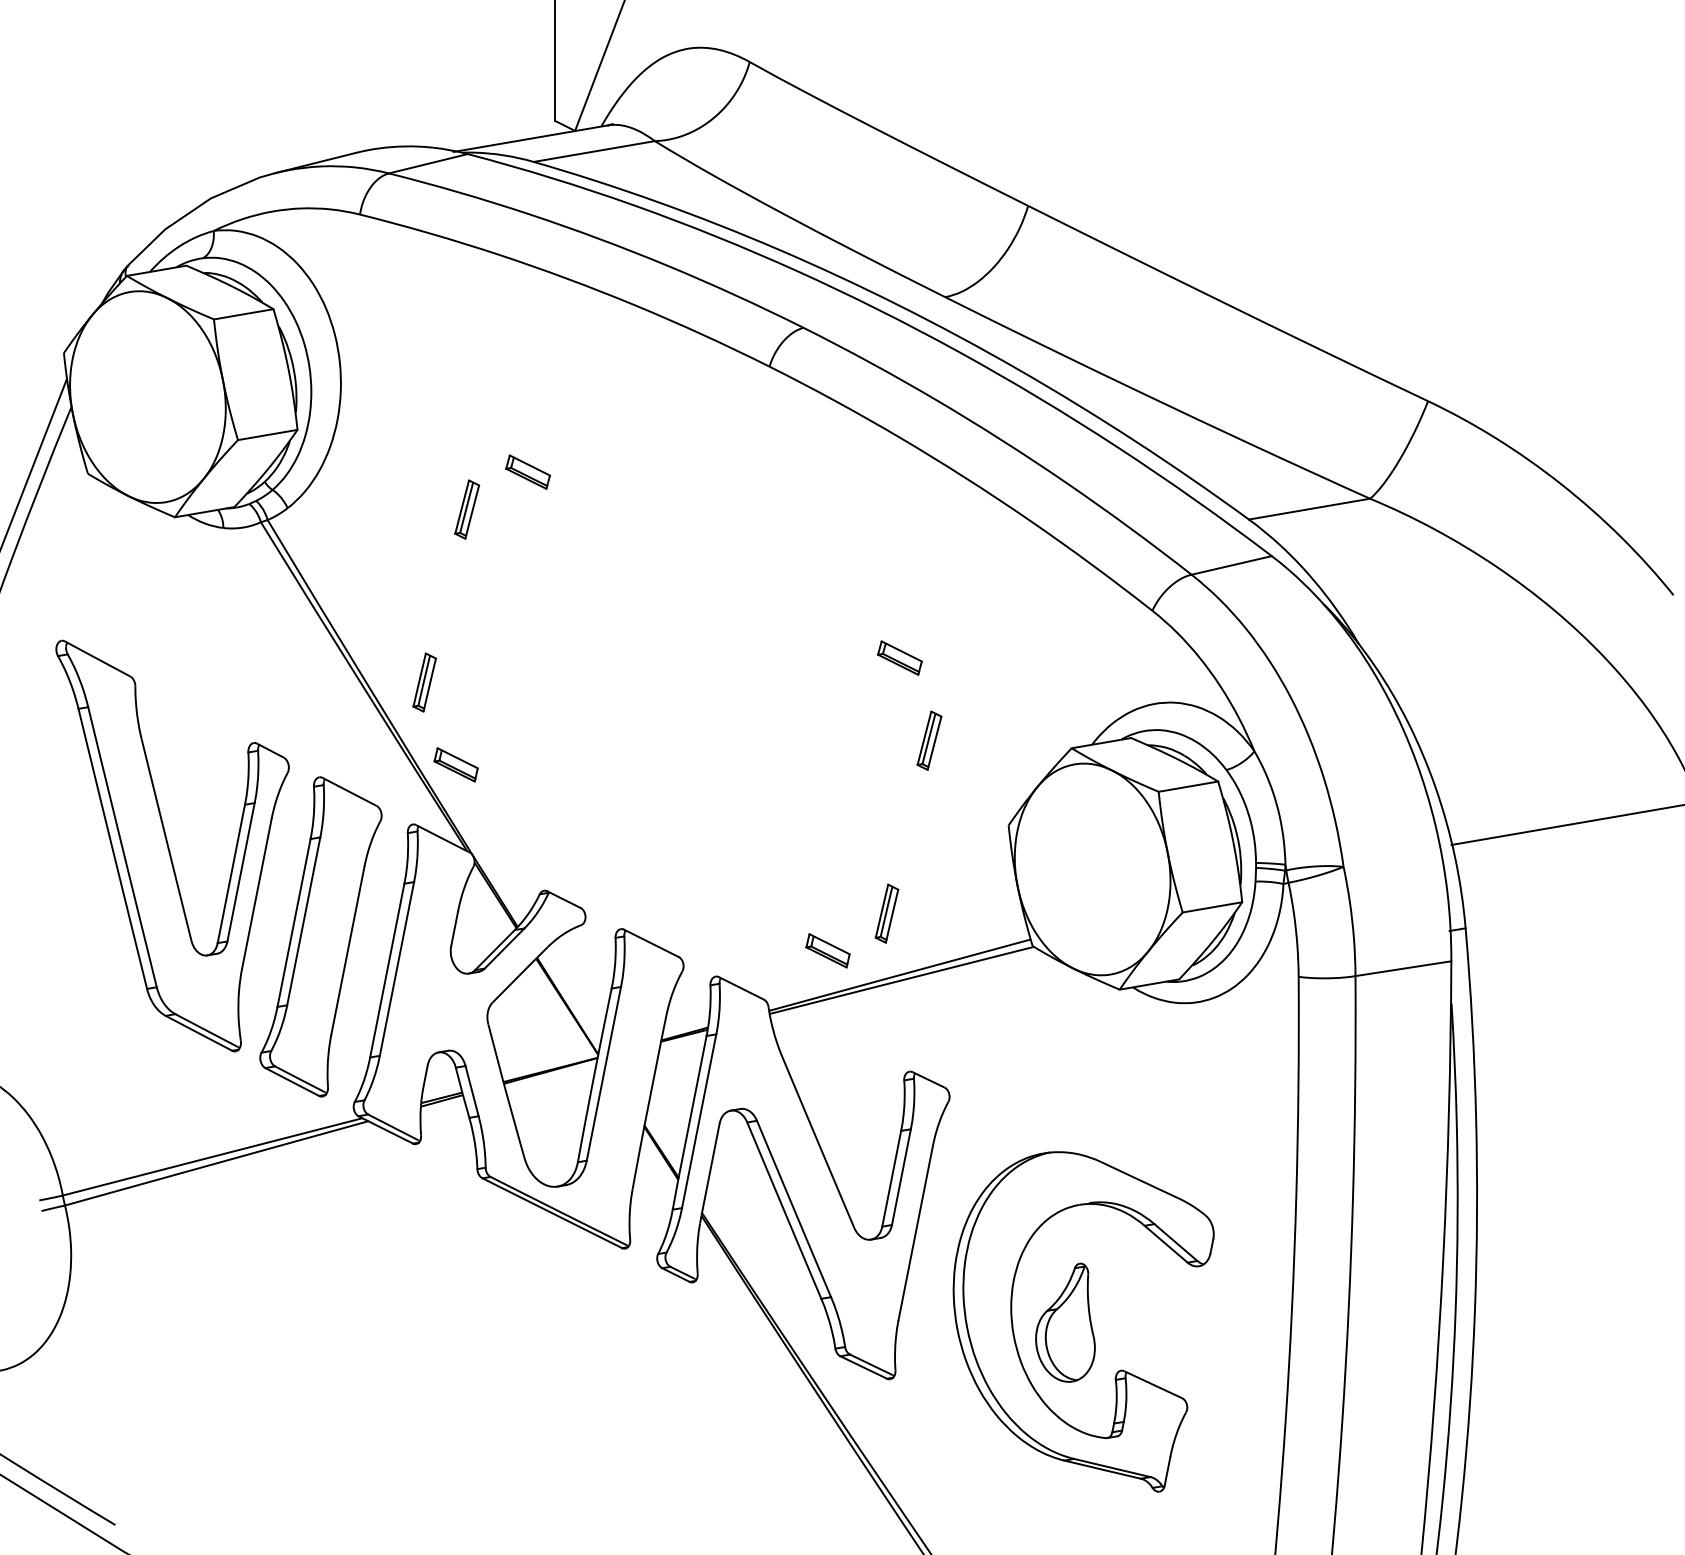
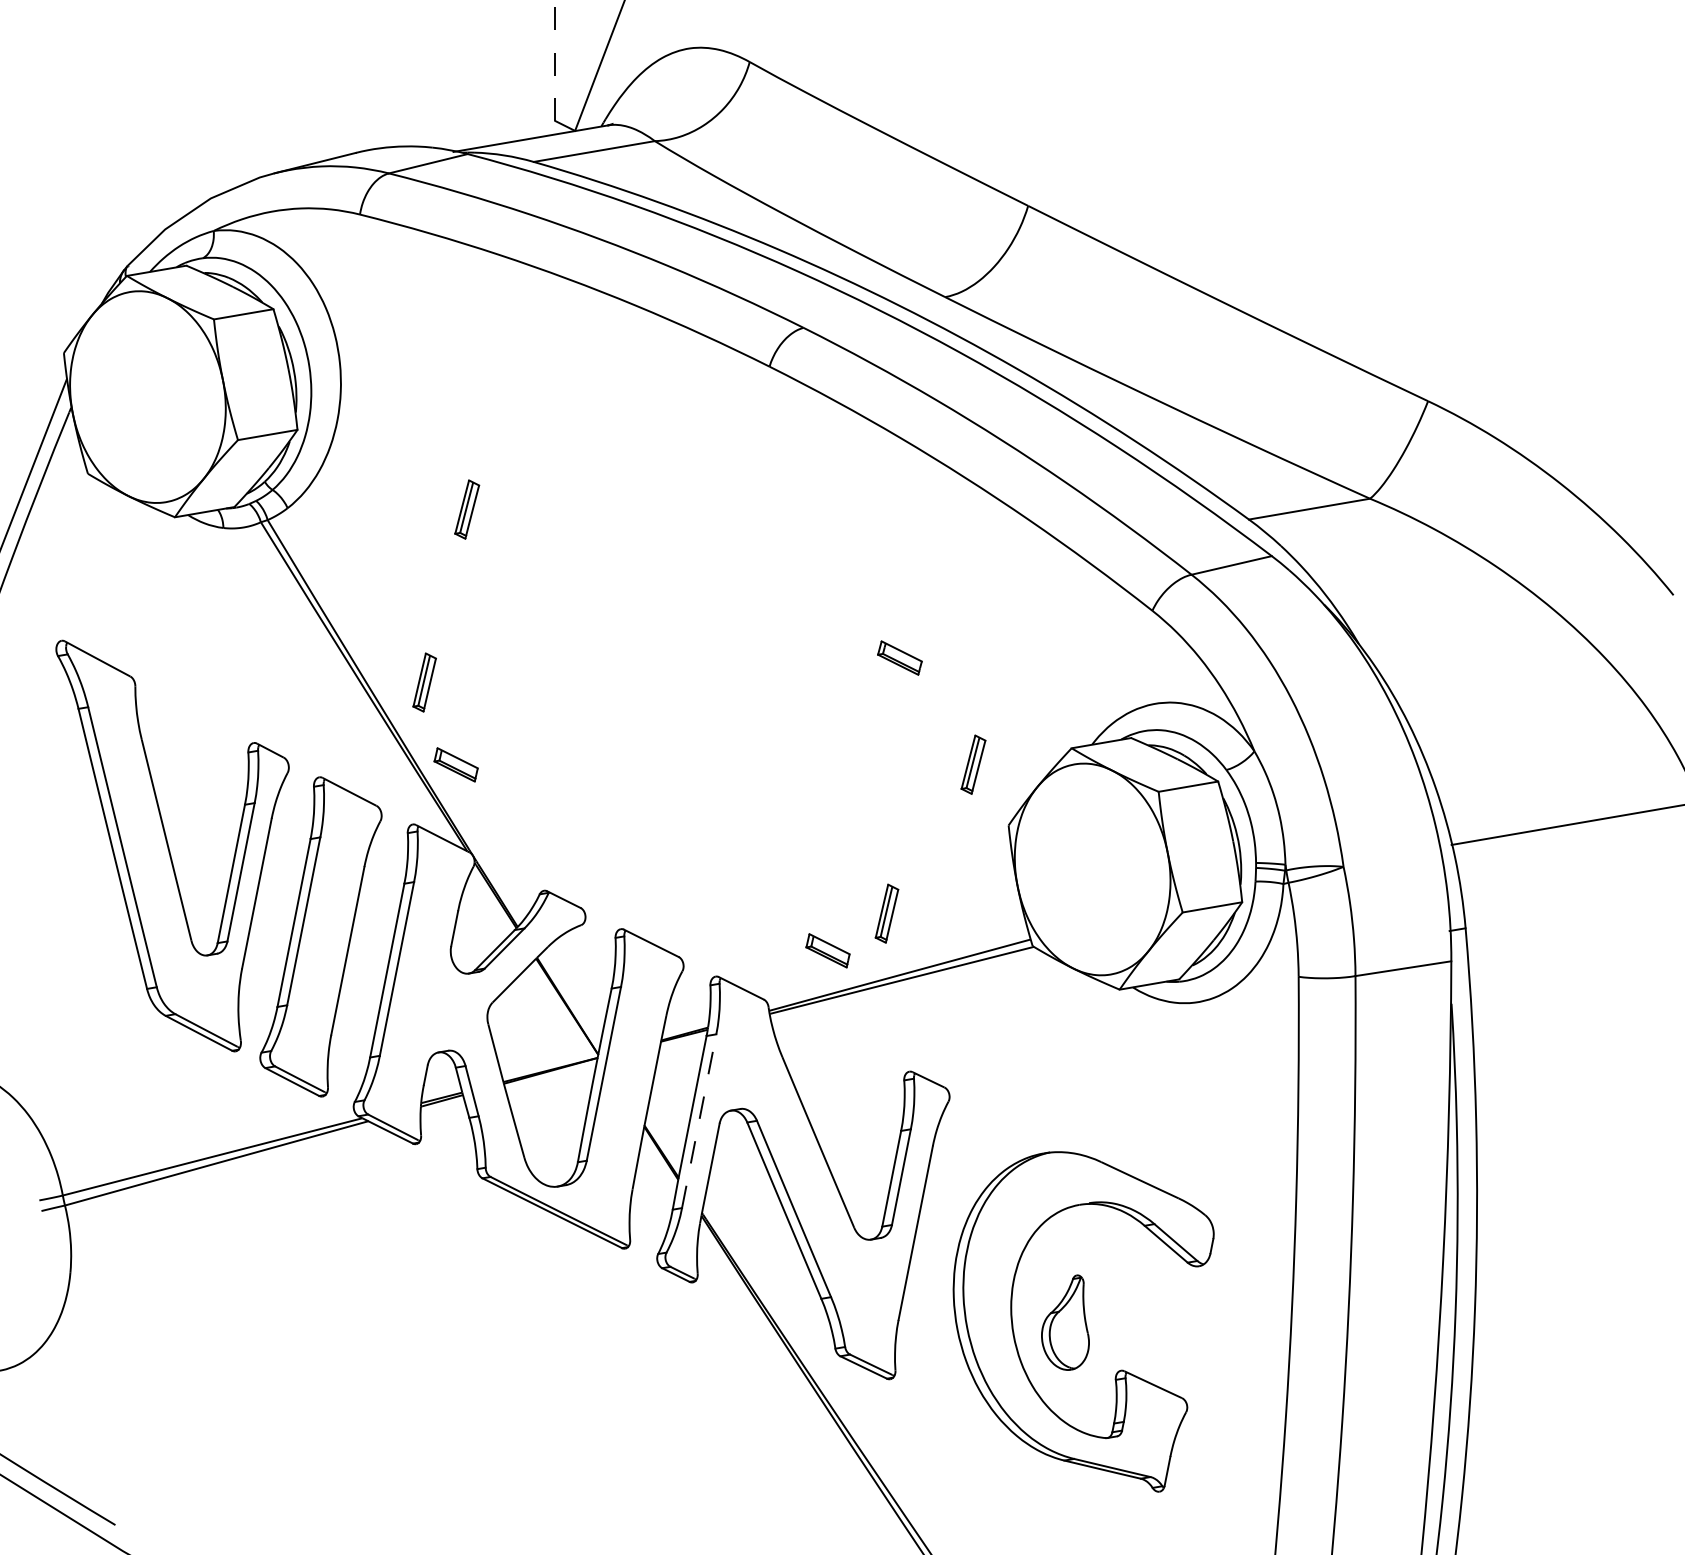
line at (555, 60): solid -> dashed
part at (528, 471): present -> none
part at (929, 740) position: (929, 740) -> (973, 764)
line at (699, 1121): solid -> dashed
part at (1065, 1322) size: 61x121 px -> 49x97 px
